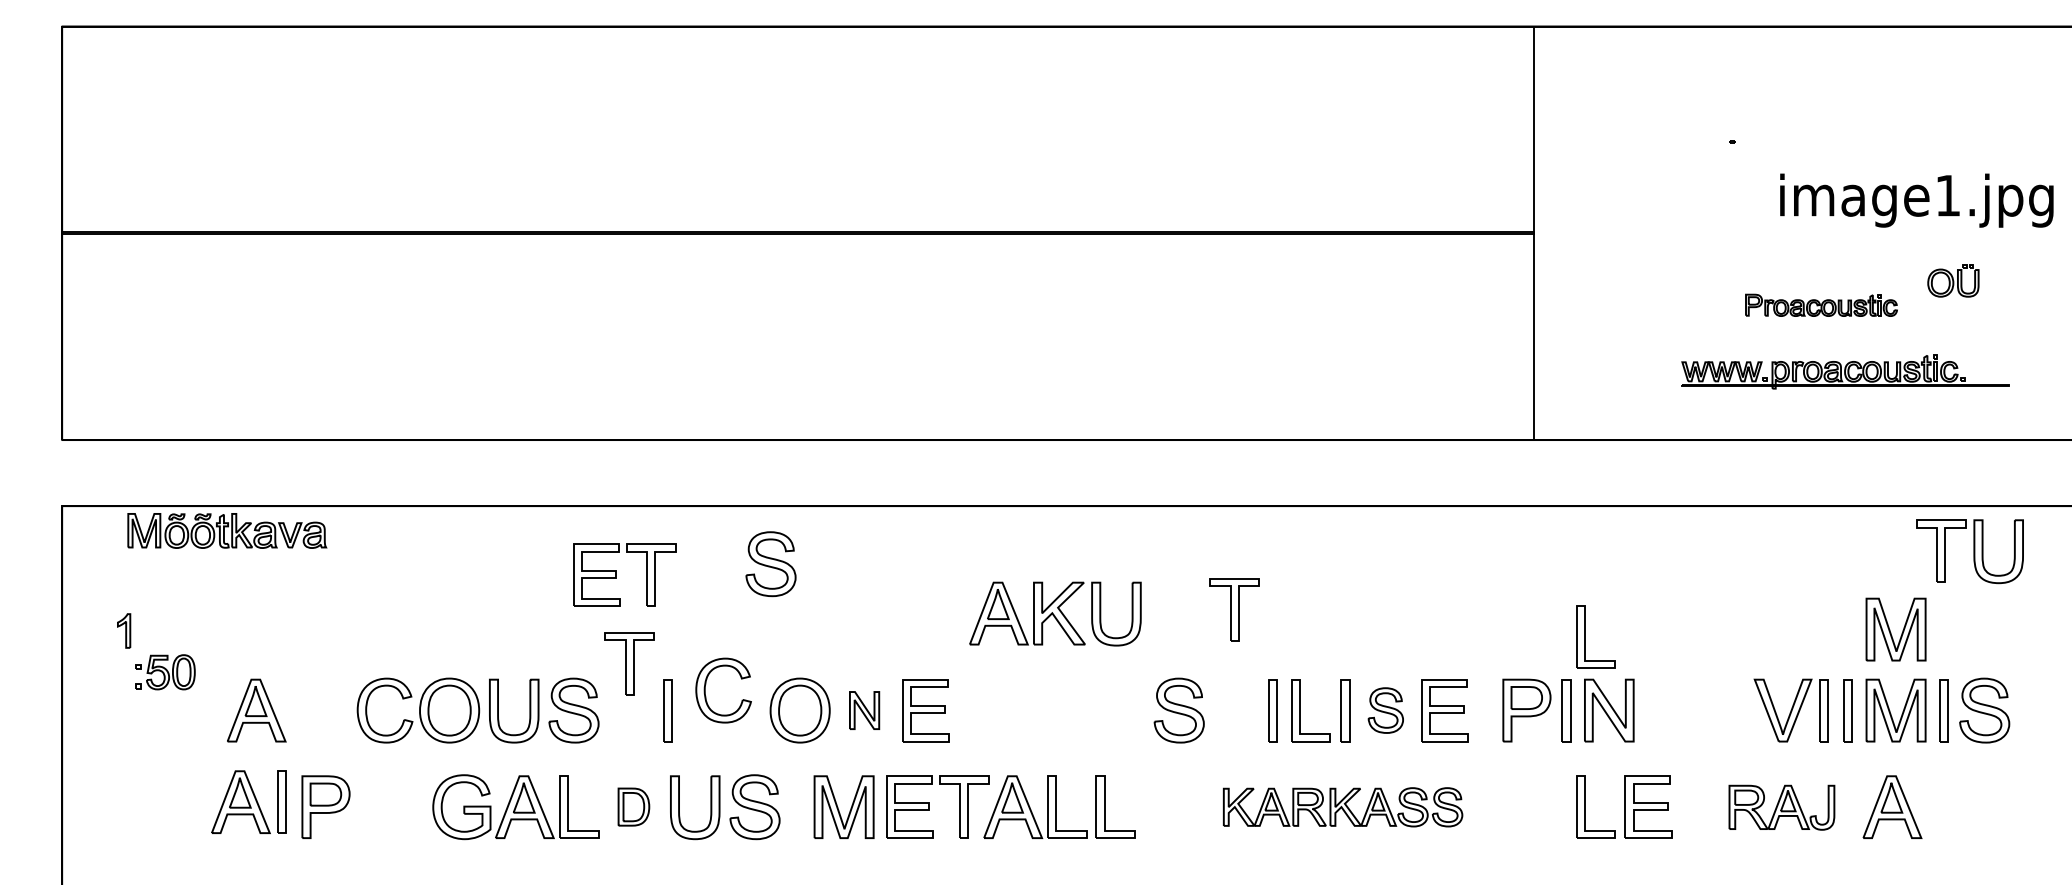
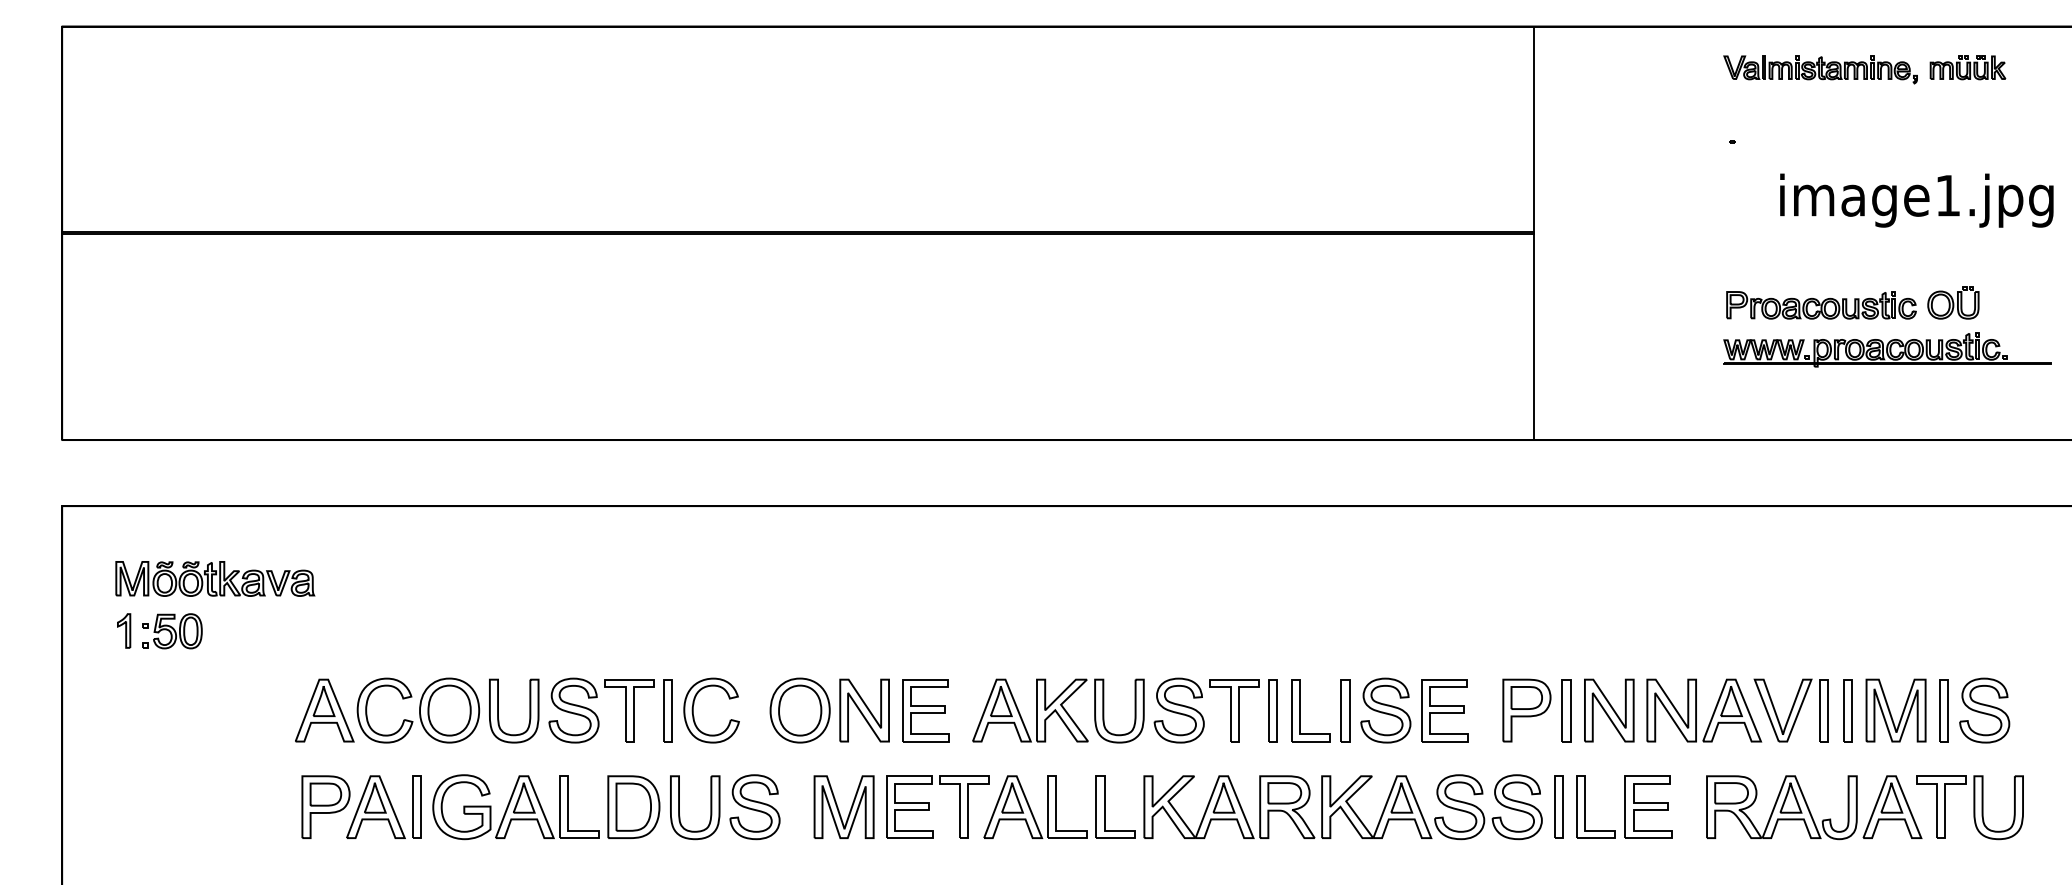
part at (1967, 67): none -> present
part at (1820, 69): none -> present
part at (1953, 280) position: (1953, 280) -> (1953, 302)
part at (1821, 304) size: 153x24 px -> 191x29 px
part at (1845, 371) position: (1845, 371) -> (1887, 349)
part at (227, 530) position: (227, 530) -> (215, 578)
part at (1969, 551) position: (1969, 551) -> (1969, 807)
part at (770, 564): present -> none
part at (616, 574): present -> none
part at (1234, 609) position: (1234, 609) -> (1234, 710)
part at (1055, 613) position: (1055, 613) -> (1058, 710)
part at (1895, 629): present -> none
part at (1585, 636): present -> none
part at (629, 663) position: (629, 663) -> (629, 710)
part at (165, 672) position: (165, 672) -> (172, 631)
part at (705, 690) position: (705, 690) -> (693, 710)
part at (256, 710) position: (256, 710) -> (324, 710)
part at (864, 710) size: 32x39 px -> 51x65 px
part at (1385, 710) size: 37x47 px -> 52x67 px
part at (1696, 710): none -> present
part at (248, 801) position: (248, 801) -> (383, 806)
part at (633, 806) size: 34x40 px -> 54x64 px
part at (1558, 806): none -> present
part at (1342, 807) size: 242x41 px -> 400x67 px
part at (1781, 807) size: 108x47 px -> 152x66 px
